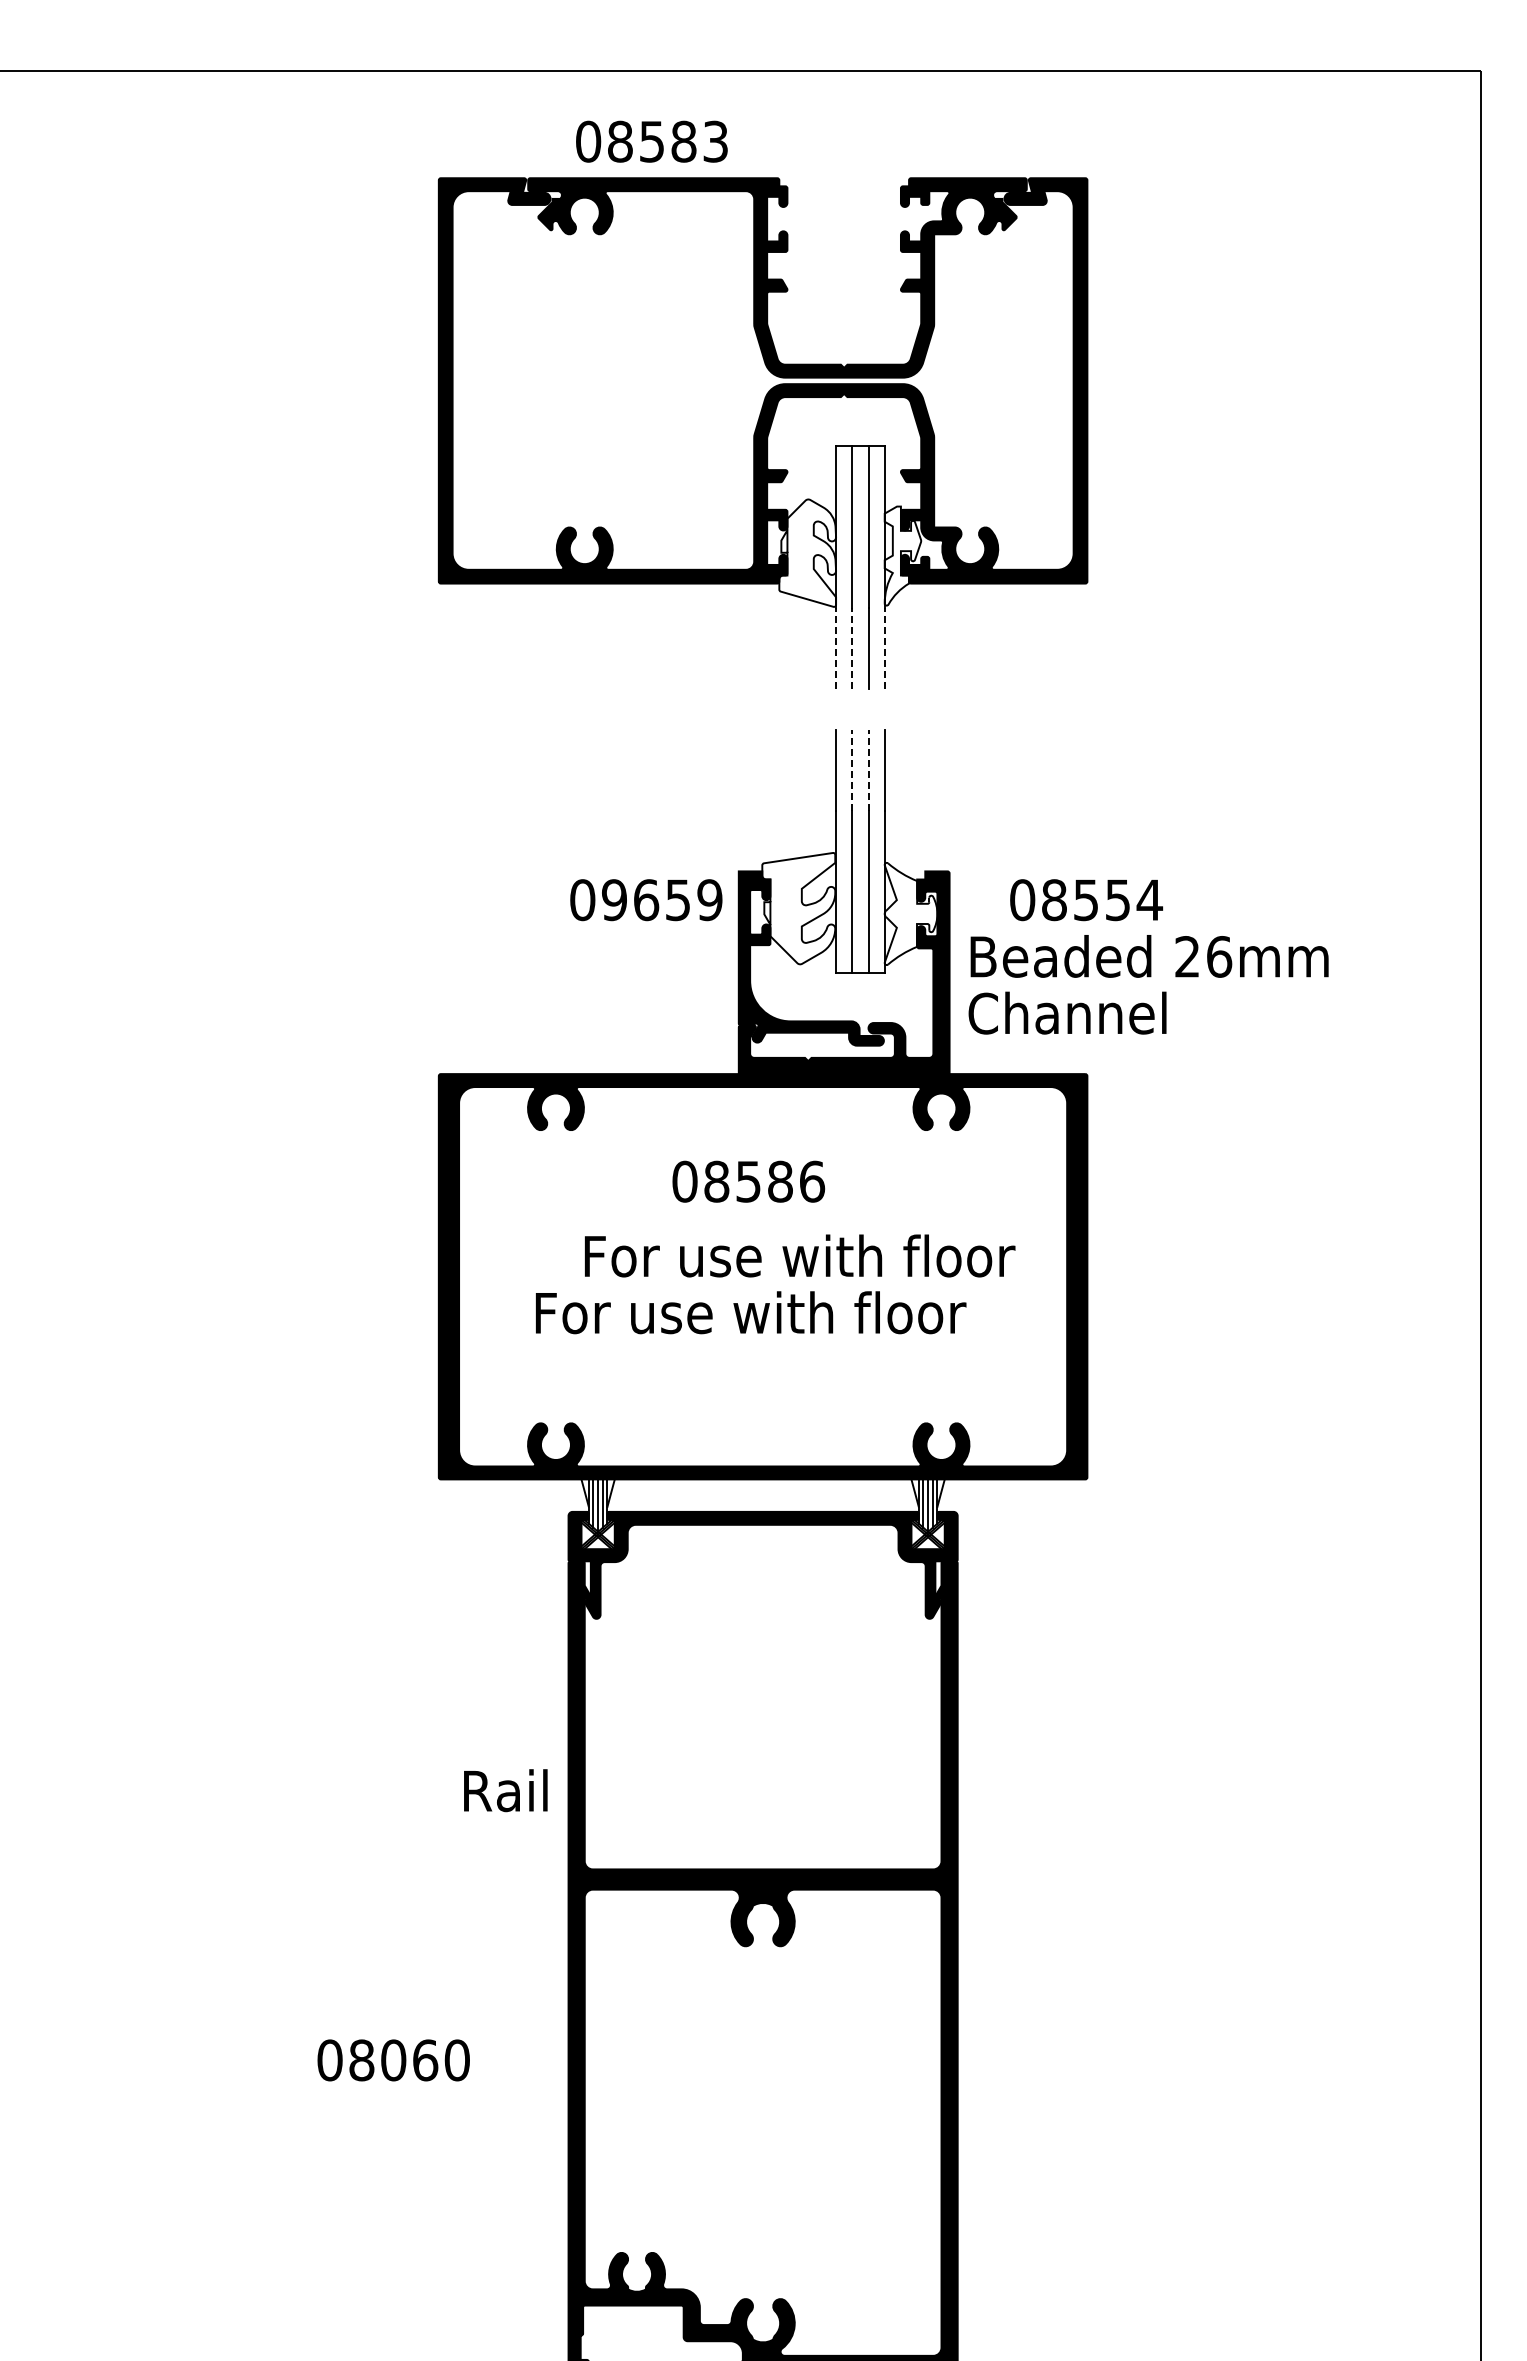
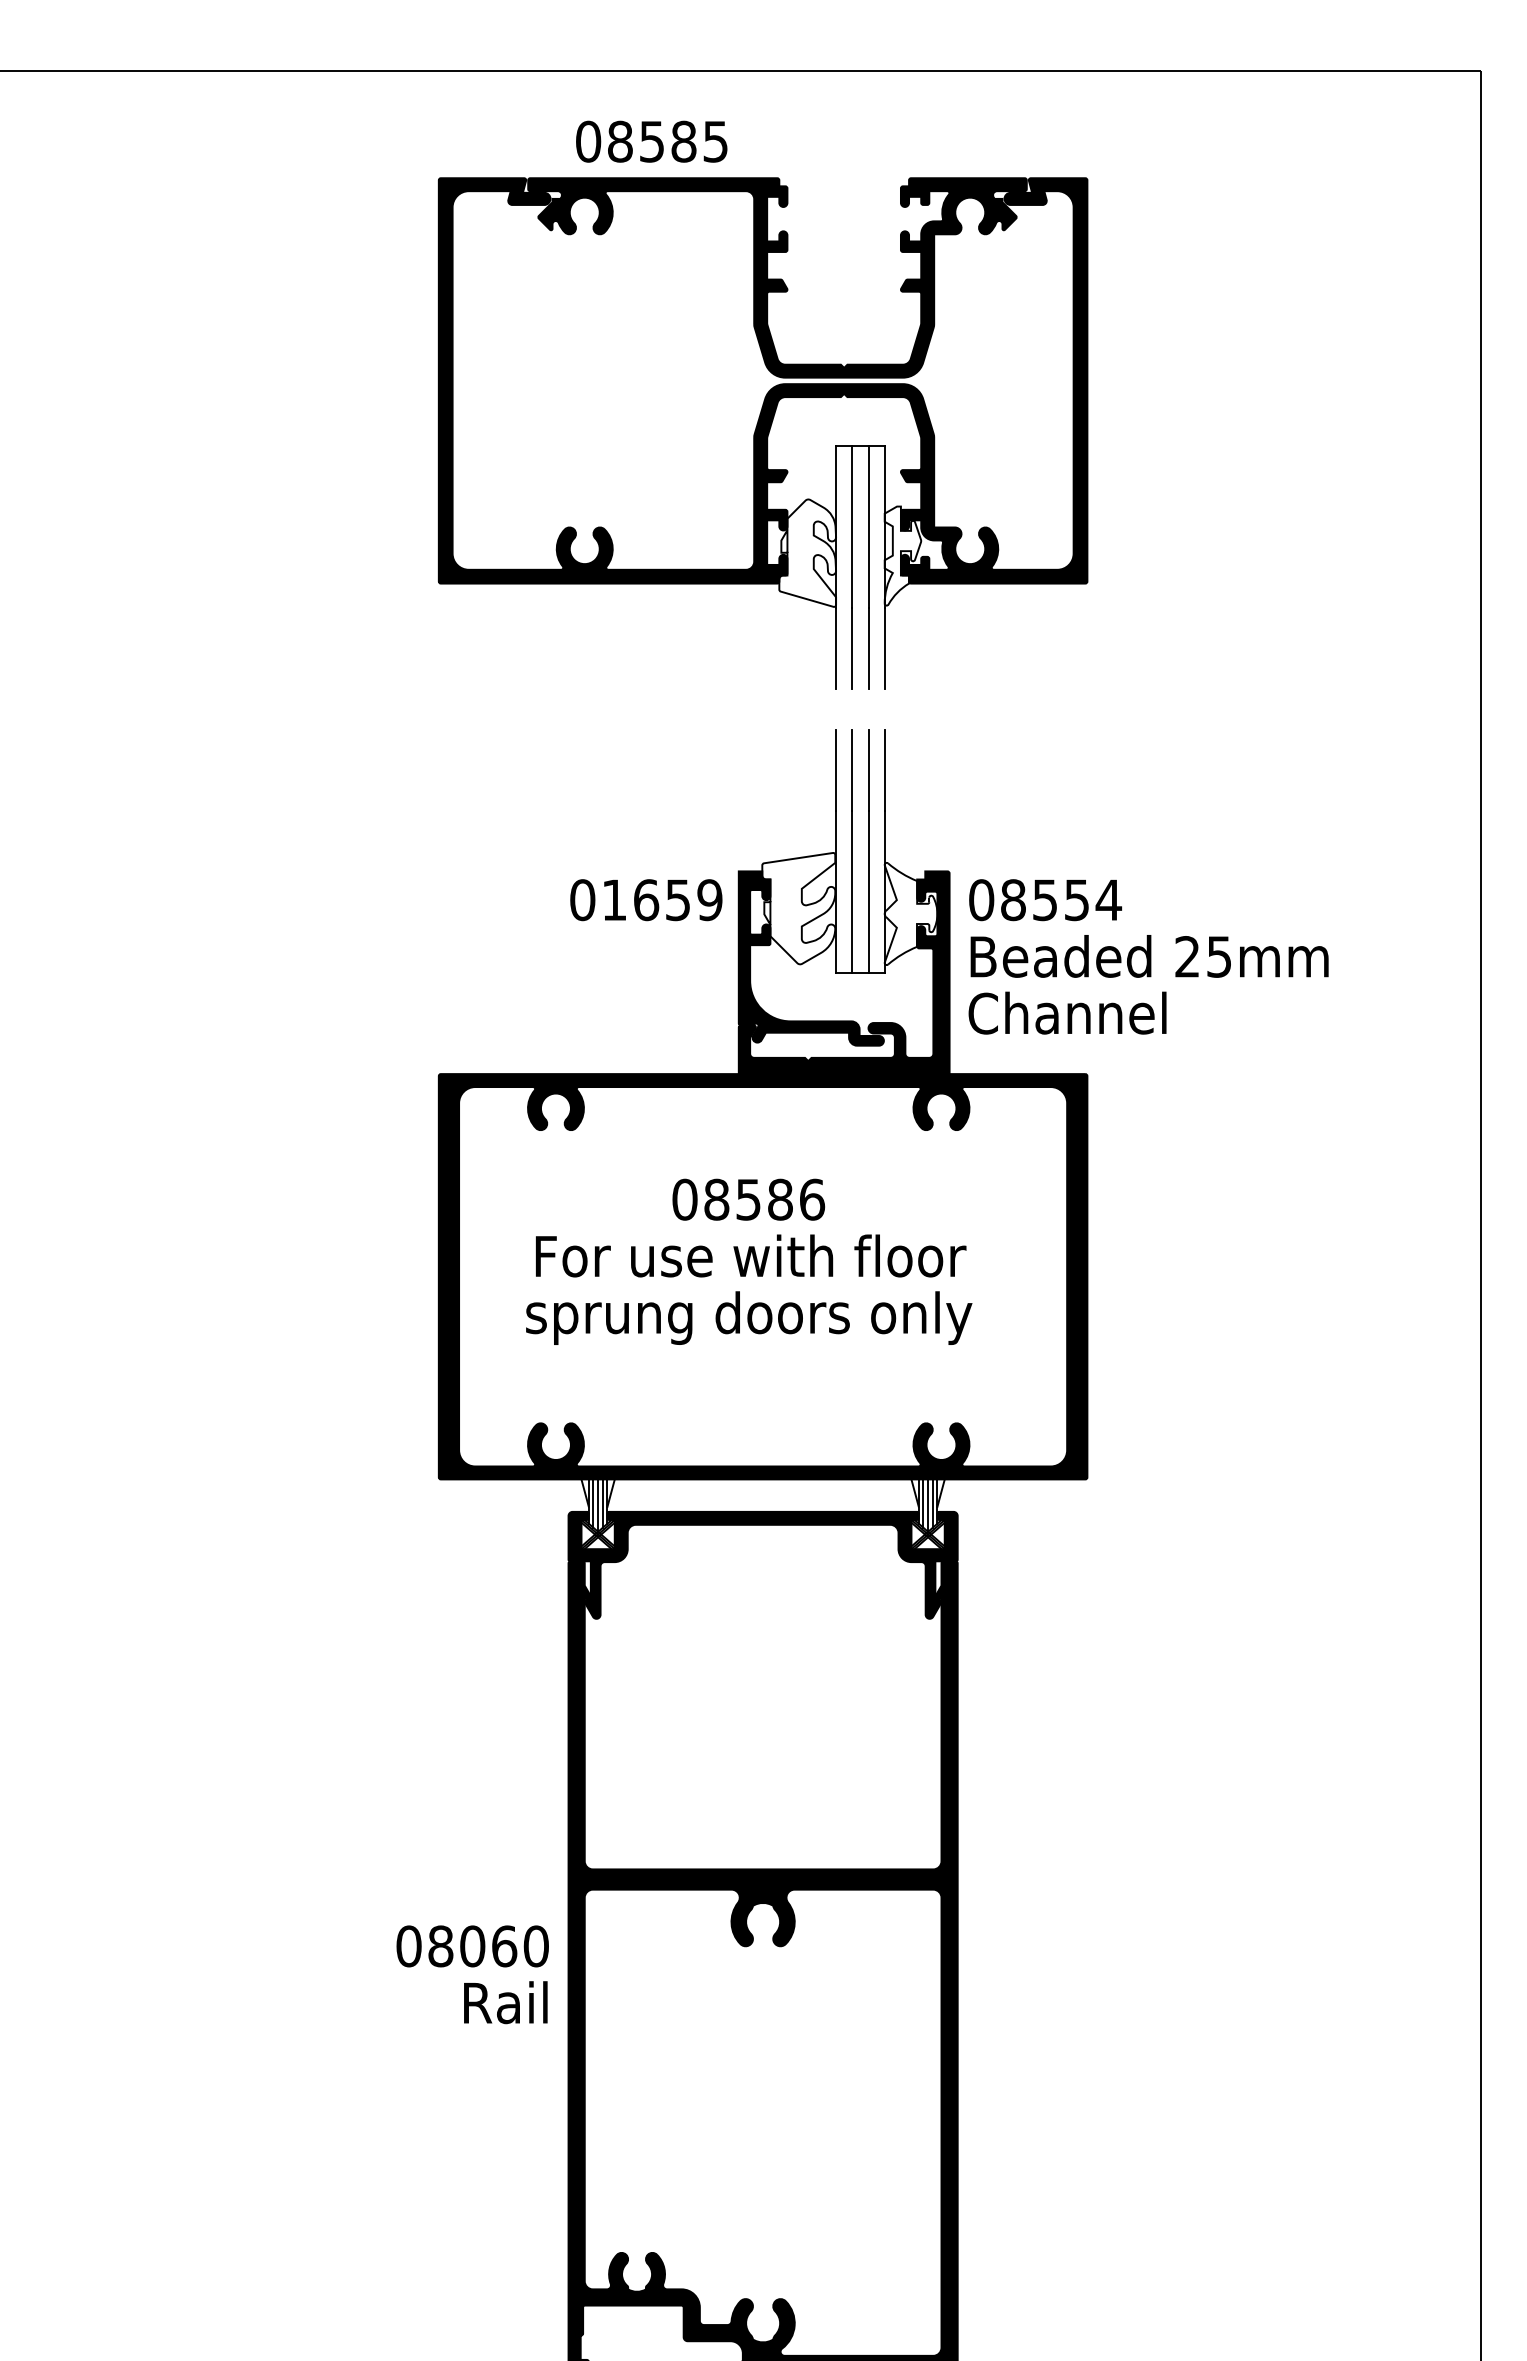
text at (715, 140): 08583 -> 08585
line at (836, 648): dashed -> solid
line at (852, 648): dashed -> solid
line at (884, 648): dashed -> solid
line at (852, 770): dashed -> solid
line at (868, 770): dashed -> solid
text at (614, 900): 09659 -> 01659
text at (1086, 900) position: (1086, 900) -> (1045, 900)
text at (1219, 956): 26mm -> 25mm
text at (748, 1181) position: (748, 1181) -> (748, 1199)
text at (800, 1255) position: (800, 1255) -> (751, 1255)
text at (749, 1317): For use with floor -> sprung doors only
text at (505, 1790) position: (505, 1790) -> (505, 2002)
text at (393, 2060) position: (393, 2060) -> (472, 1946)
